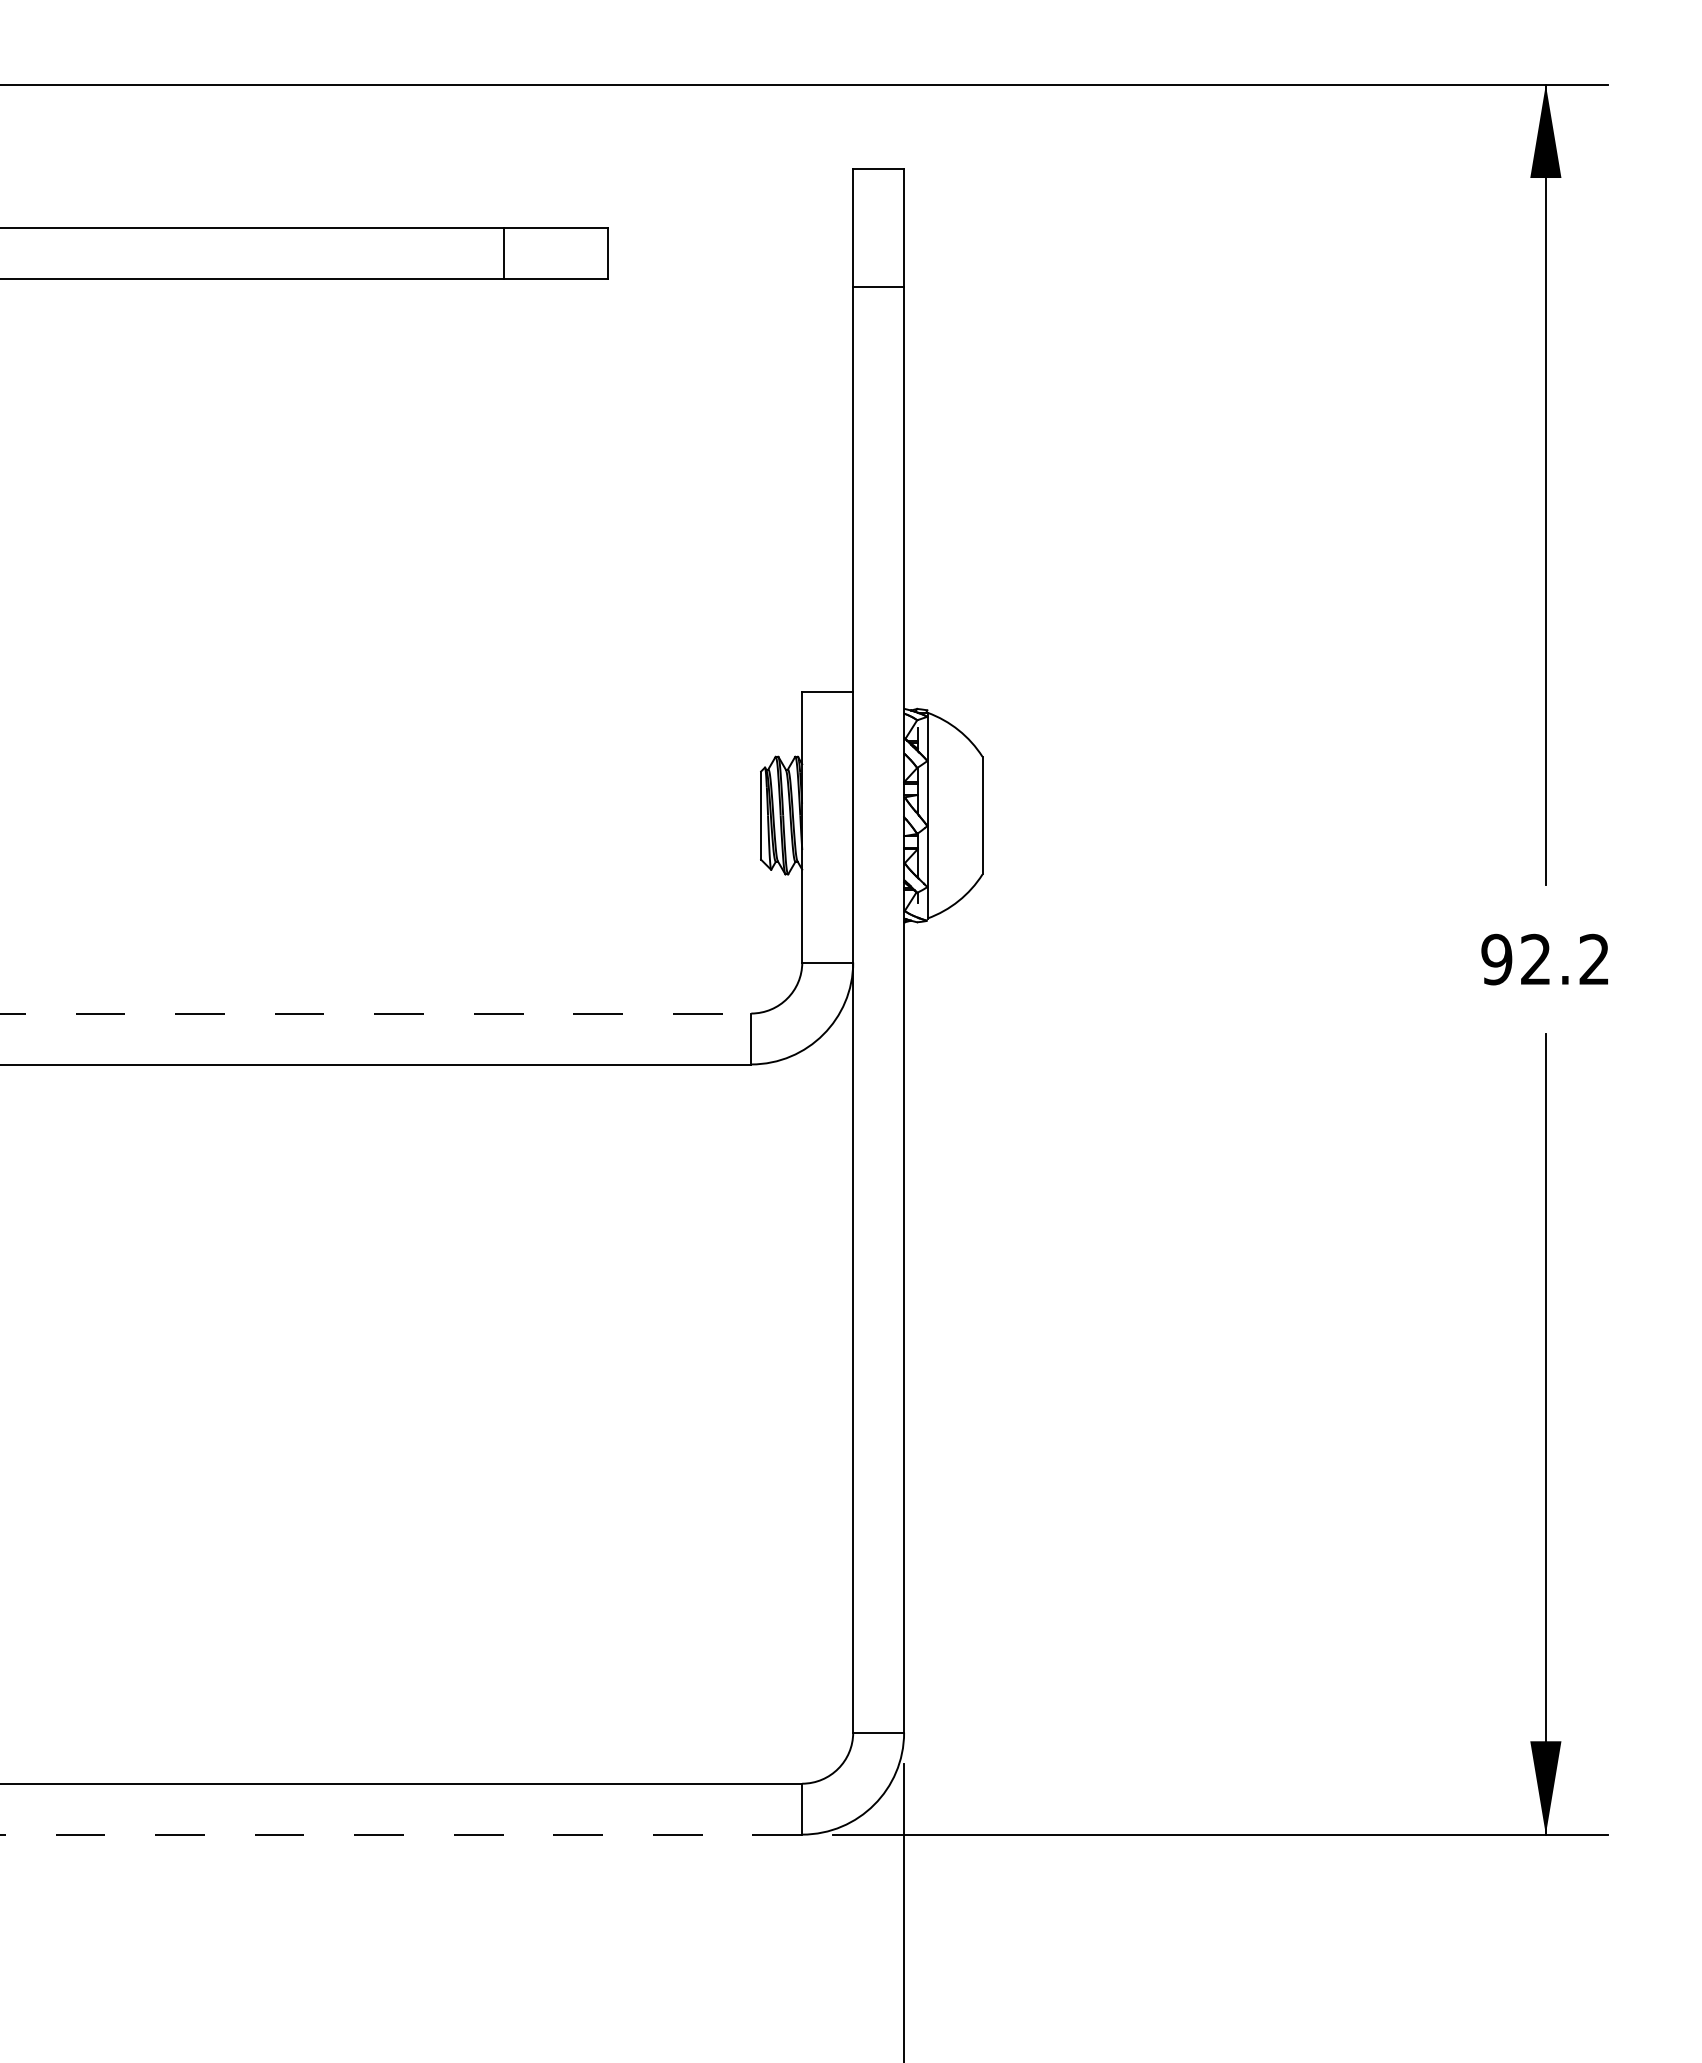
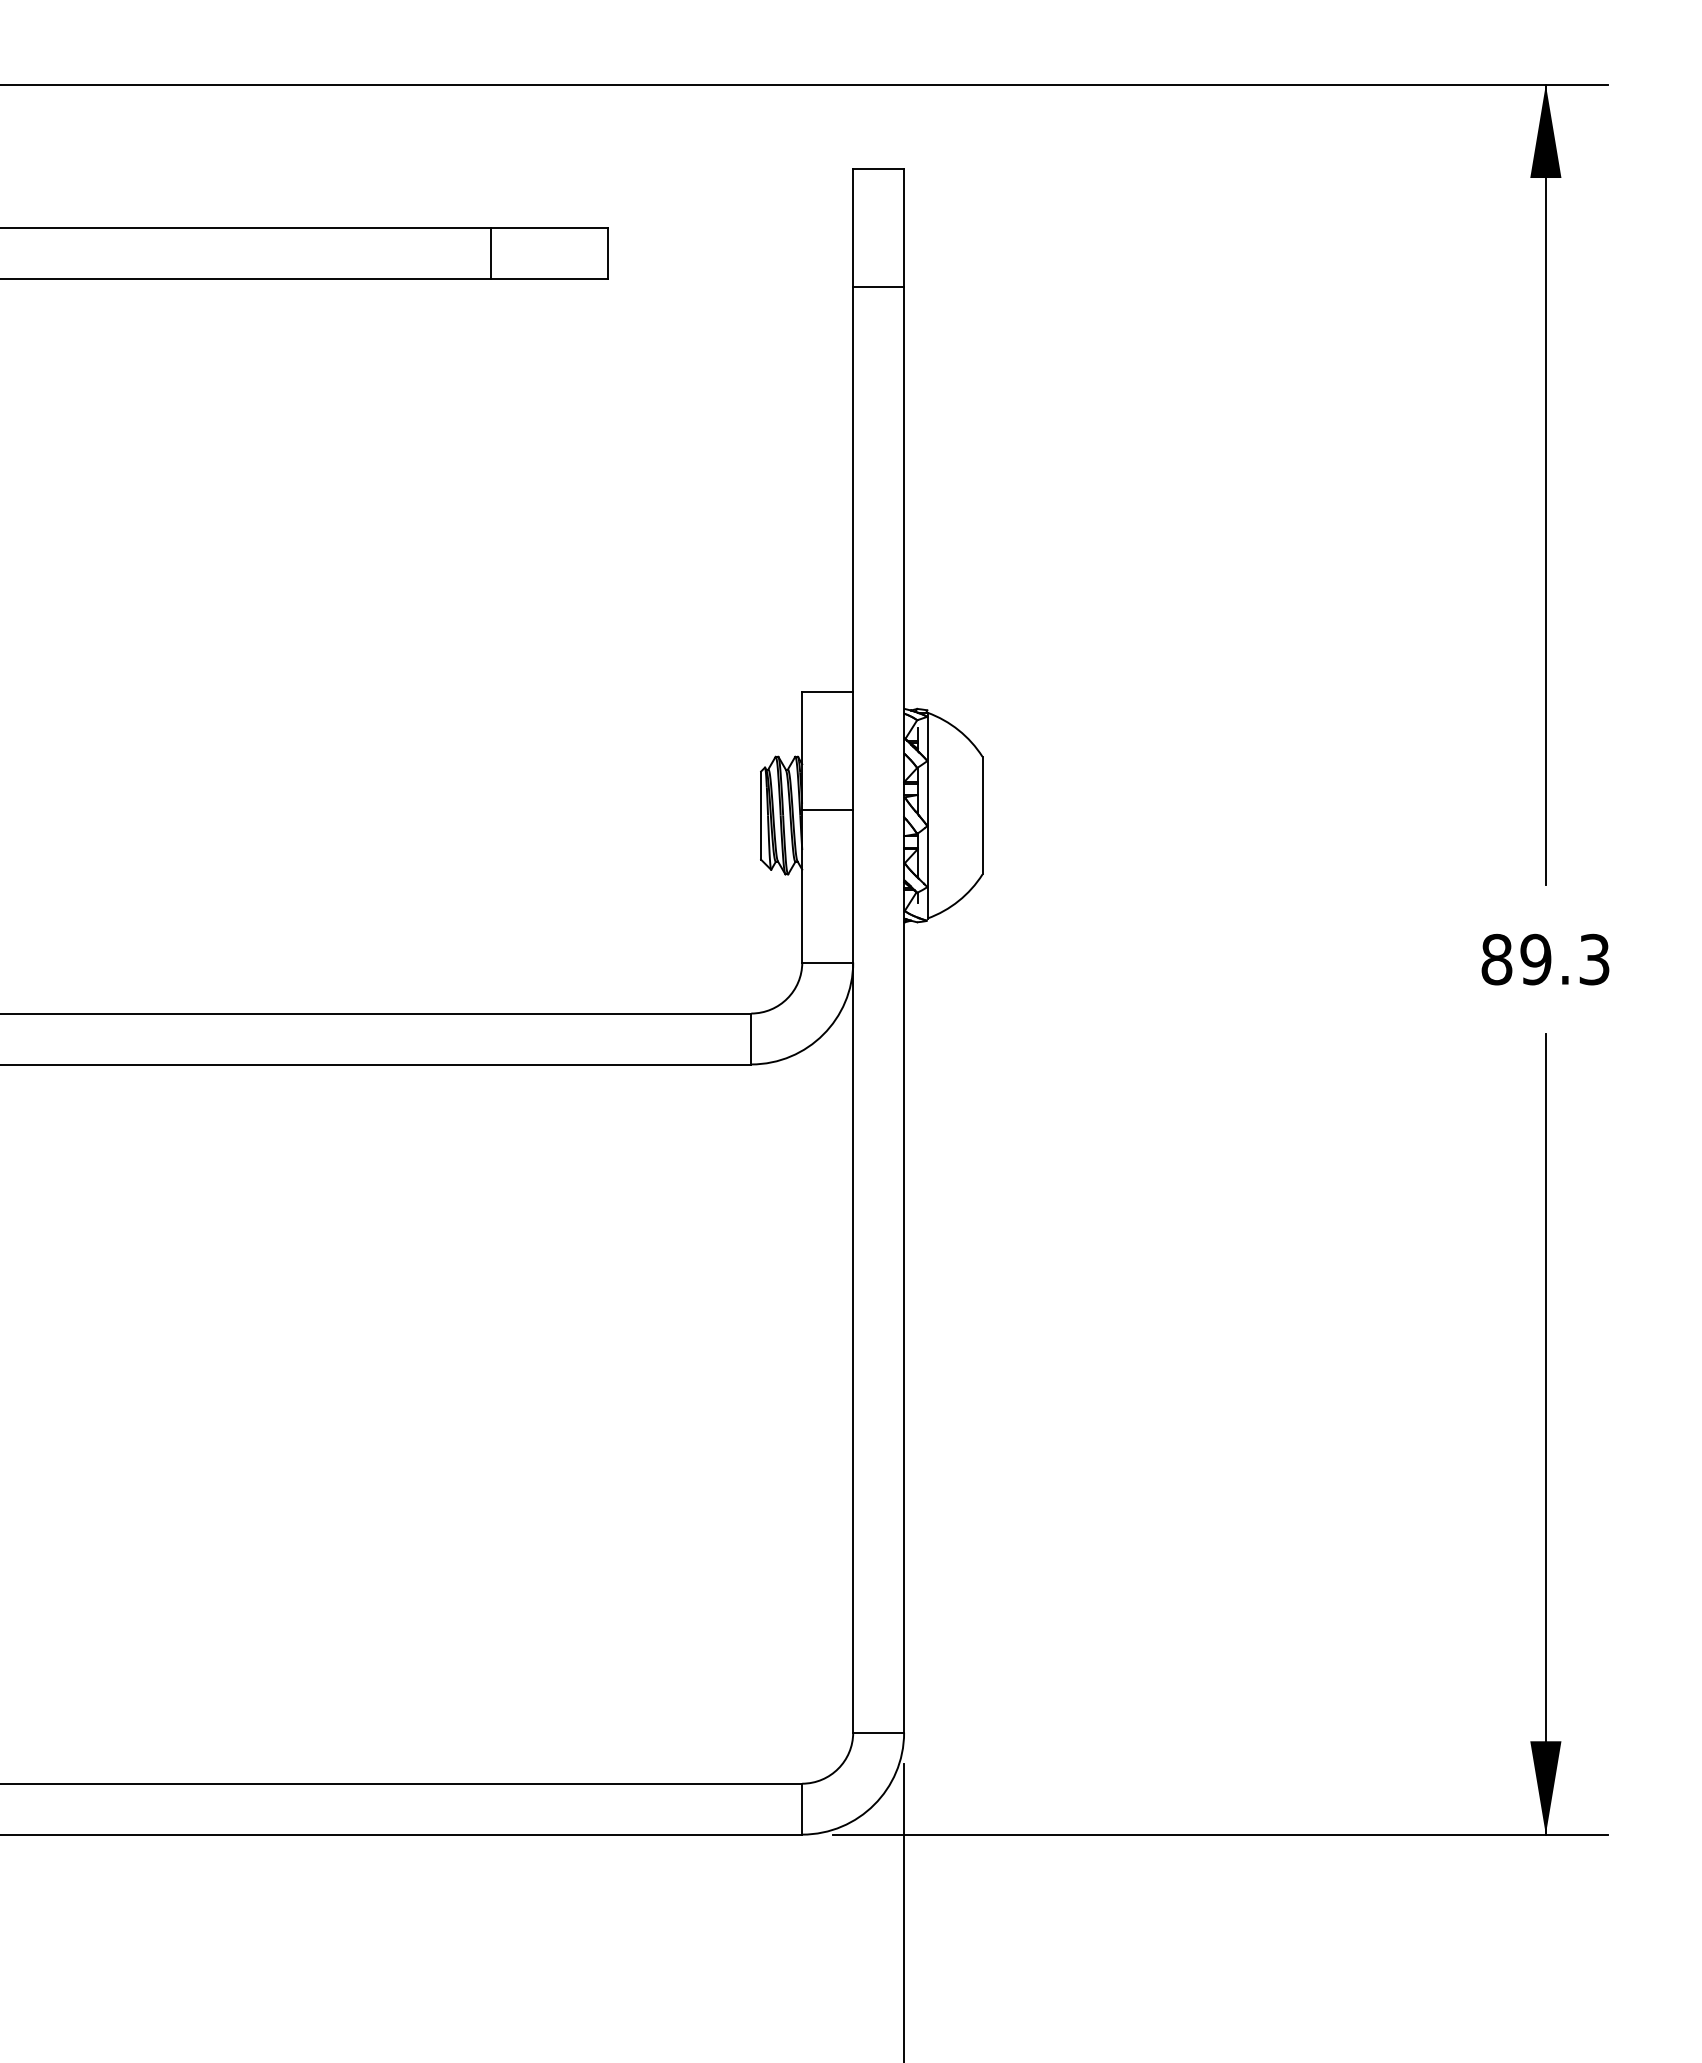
line at (503, 252) position: (503, 252) -> (490, 252)
line at (827, 809): none -> present
text at (1545, 959): 92.2 -> 89.3
line at (376, 1013): dashed -> solid
line at (401, 1834): dashed -> solid
